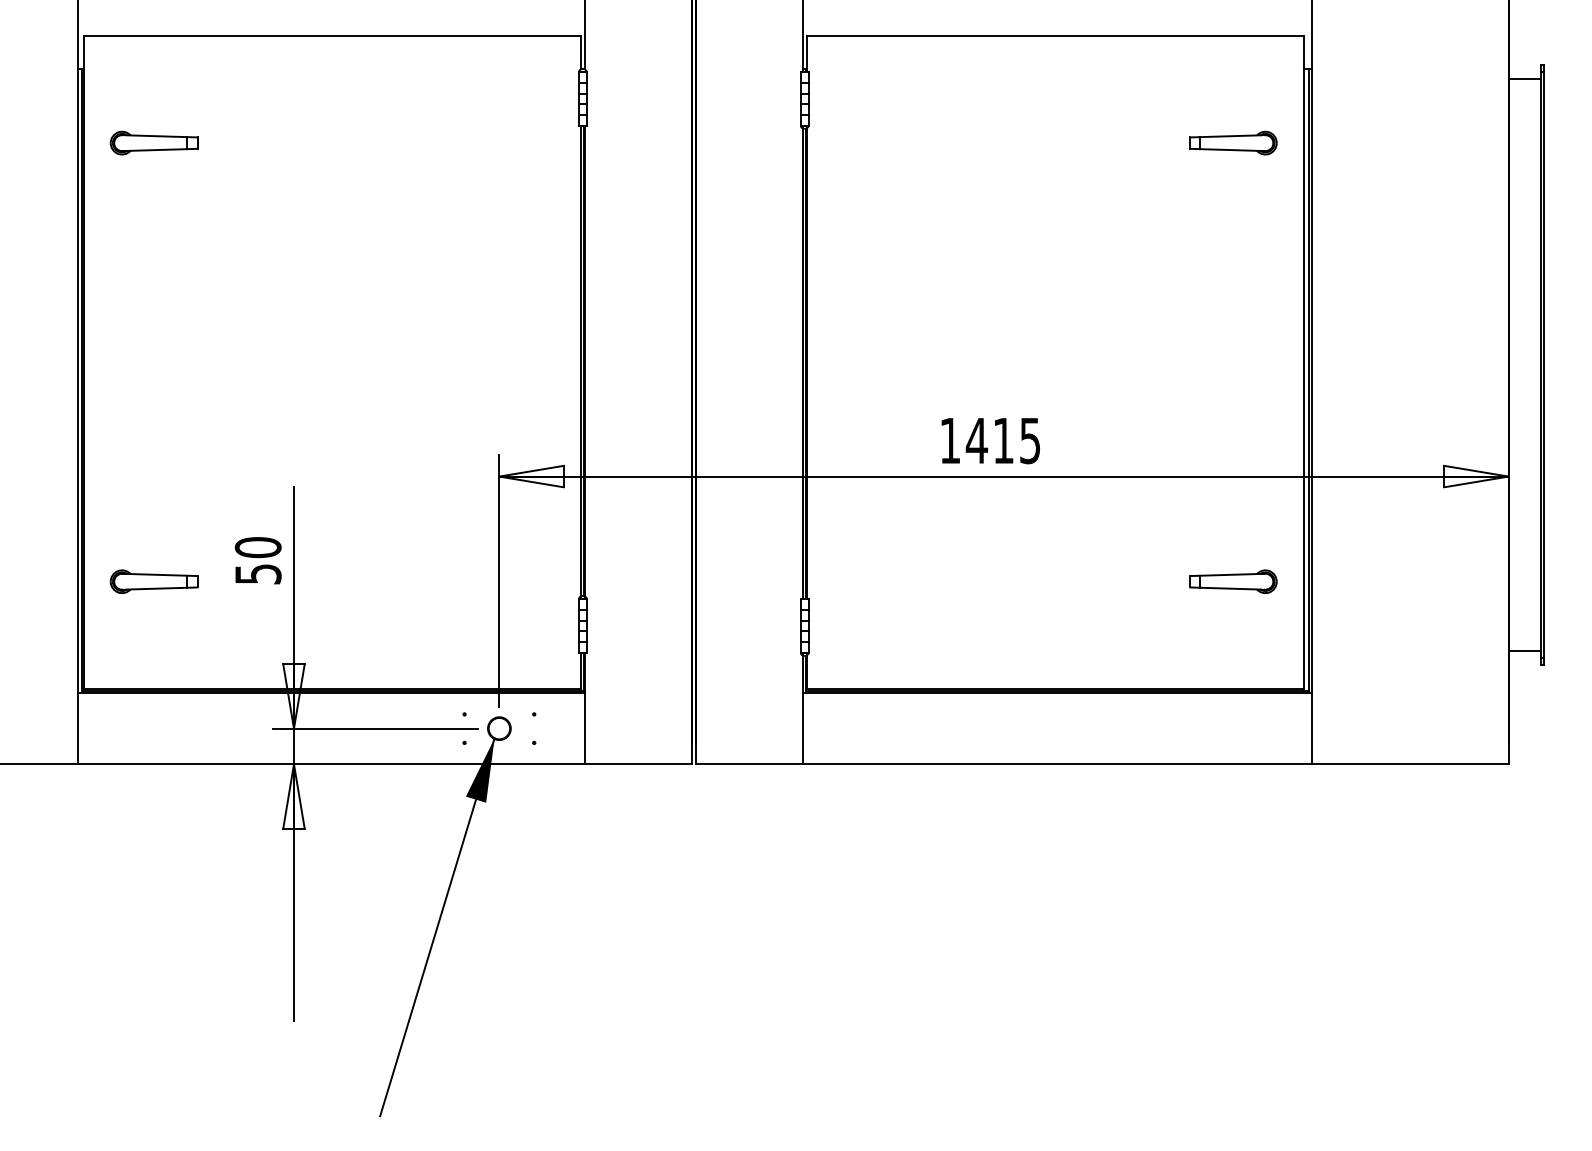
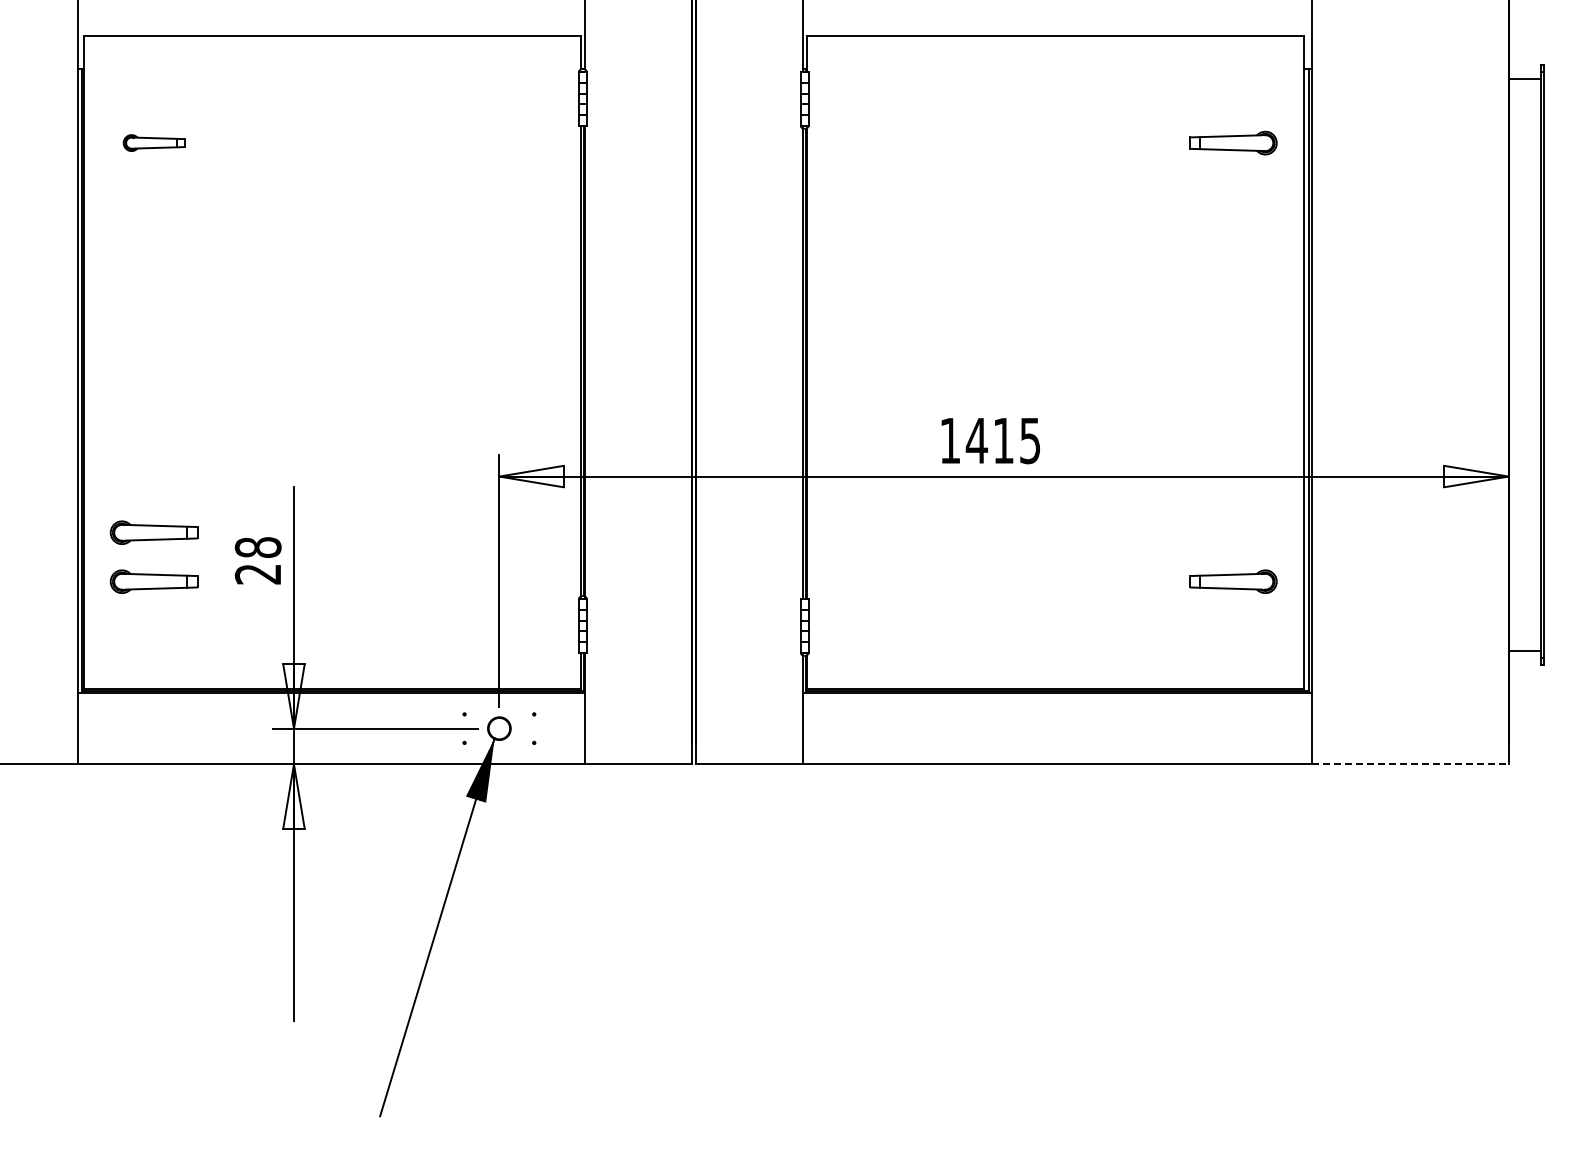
part at (153, 142) size: 90x26 px -> 64x18 px
part at (153, 532): none -> present
text at (257, 560): 50 -> 28
line at (1411, 764): solid -> dashed
